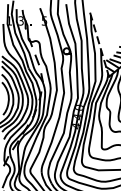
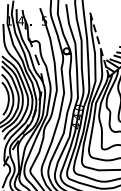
text at (20, 20): 3 -> 4
